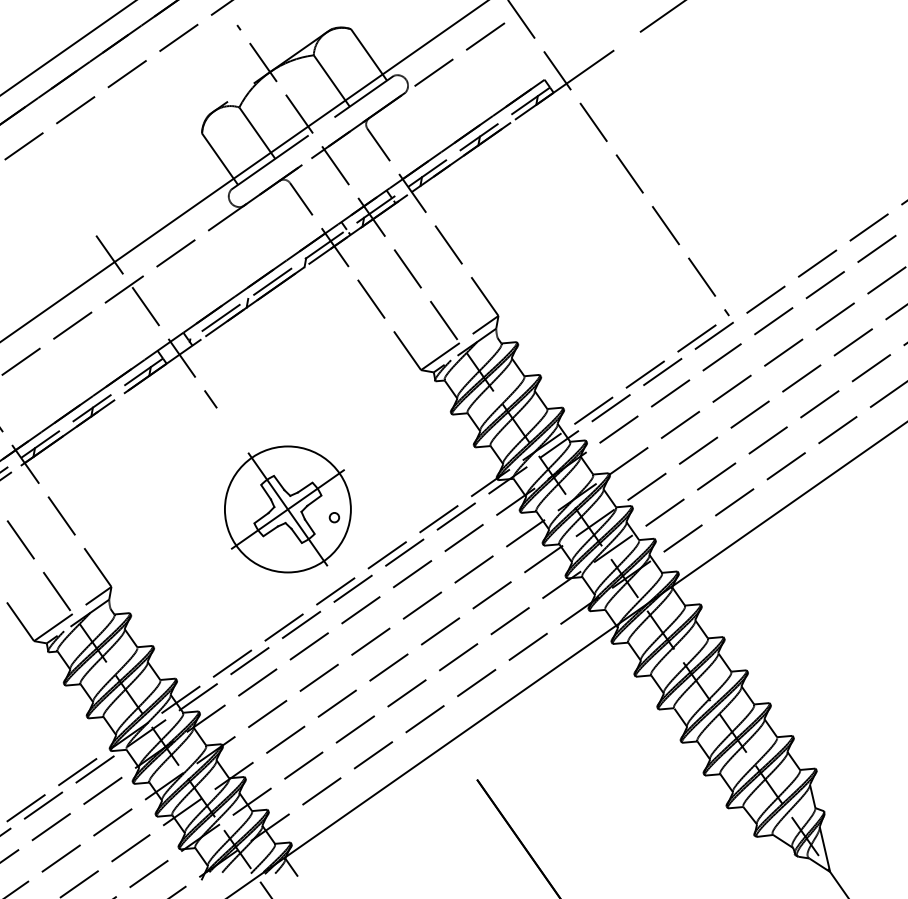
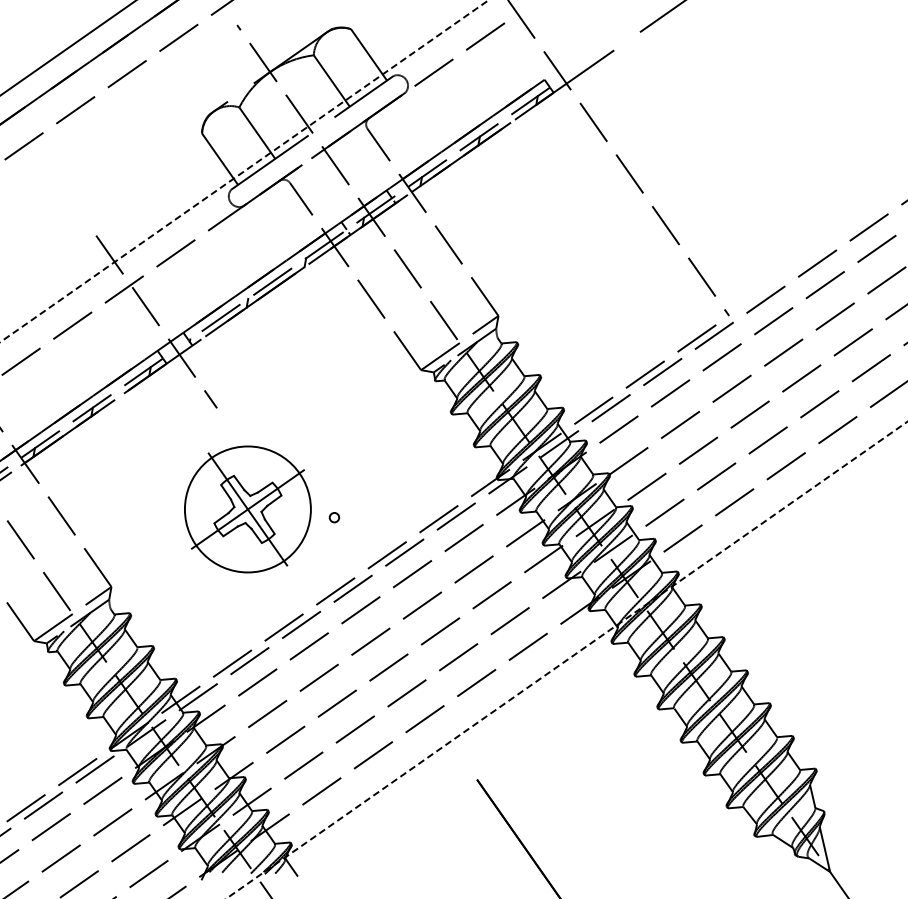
line at (244, 171): solid -> dashed
part at (287, 509) position: (287, 509) -> (247, 509)
line at (567, 660): solid -> dashed
